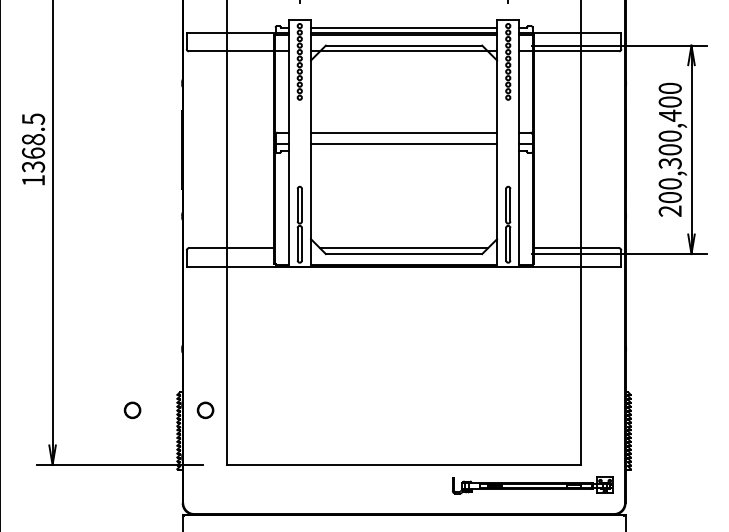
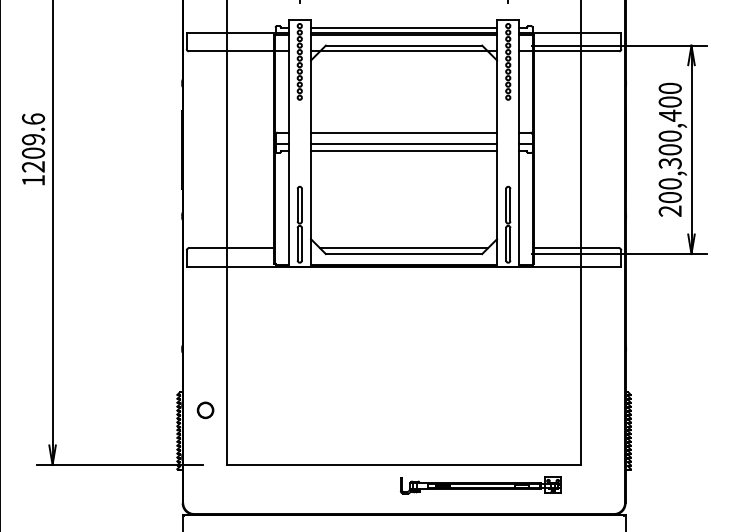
text at (33, 142): 1368.5 -> 1209.6
line at (404, 150): none -> present
part at (132, 410): present -> none
part at (532, 485) position: (532, 485) -> (480, 485)
